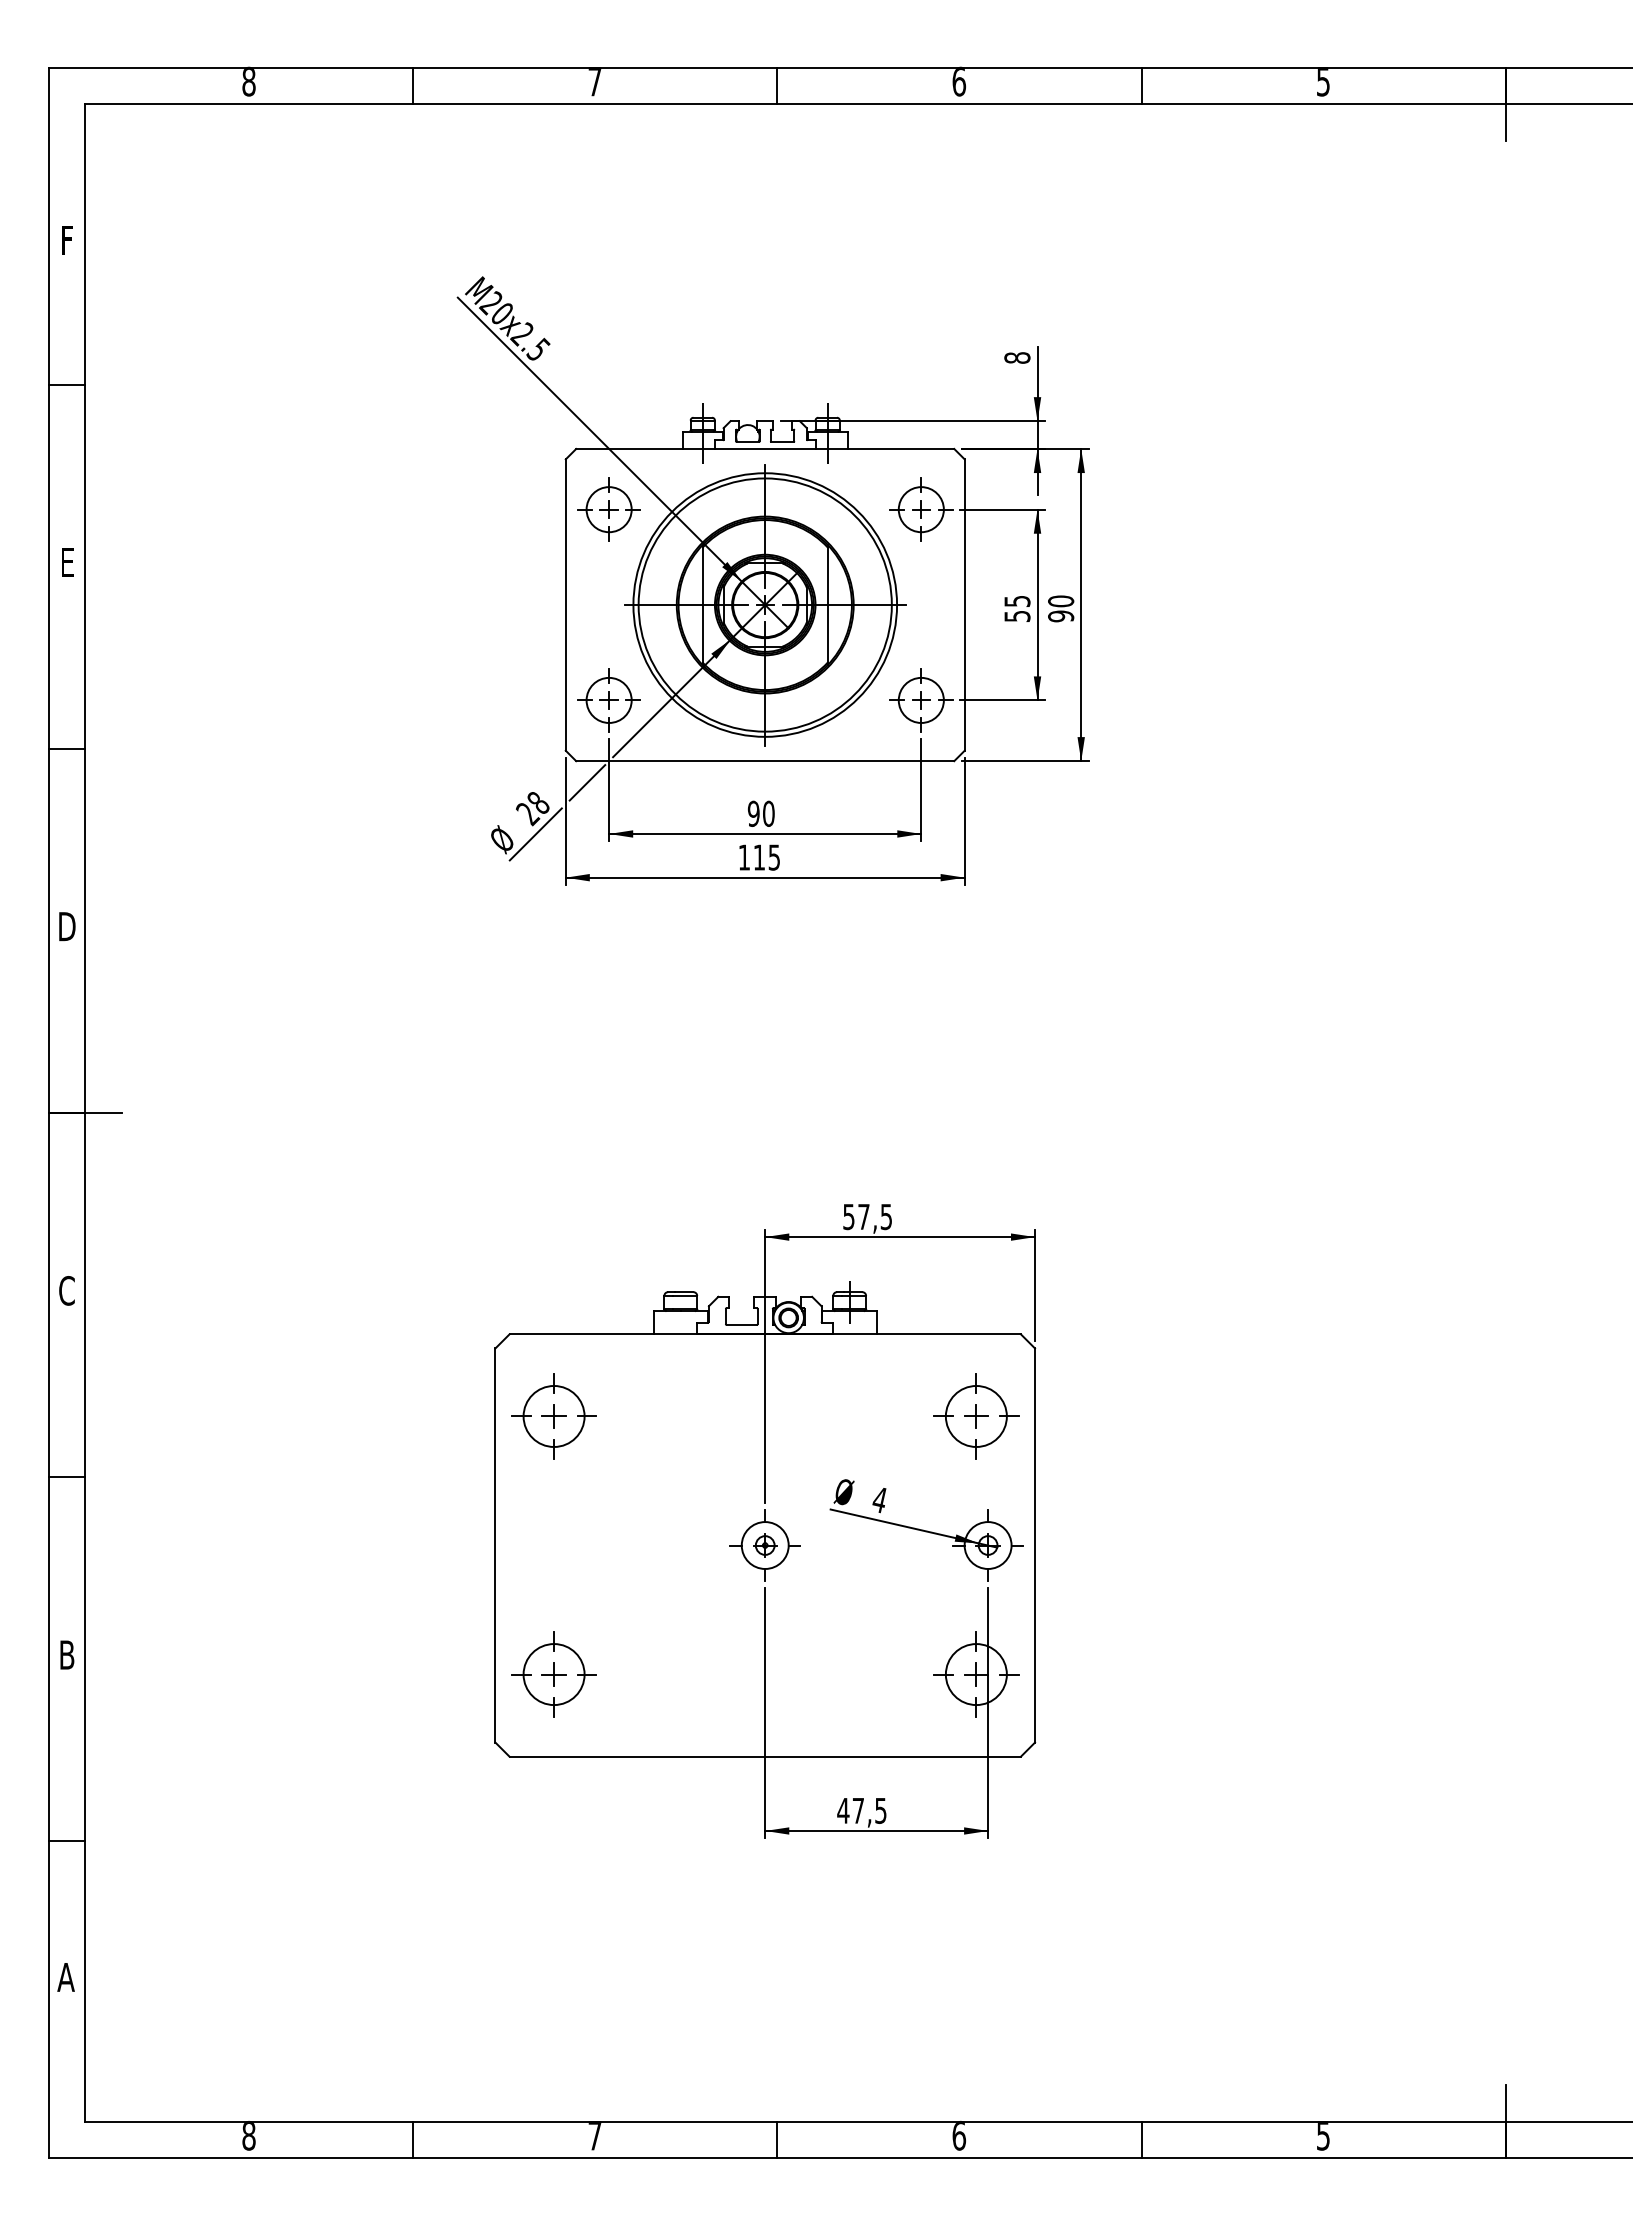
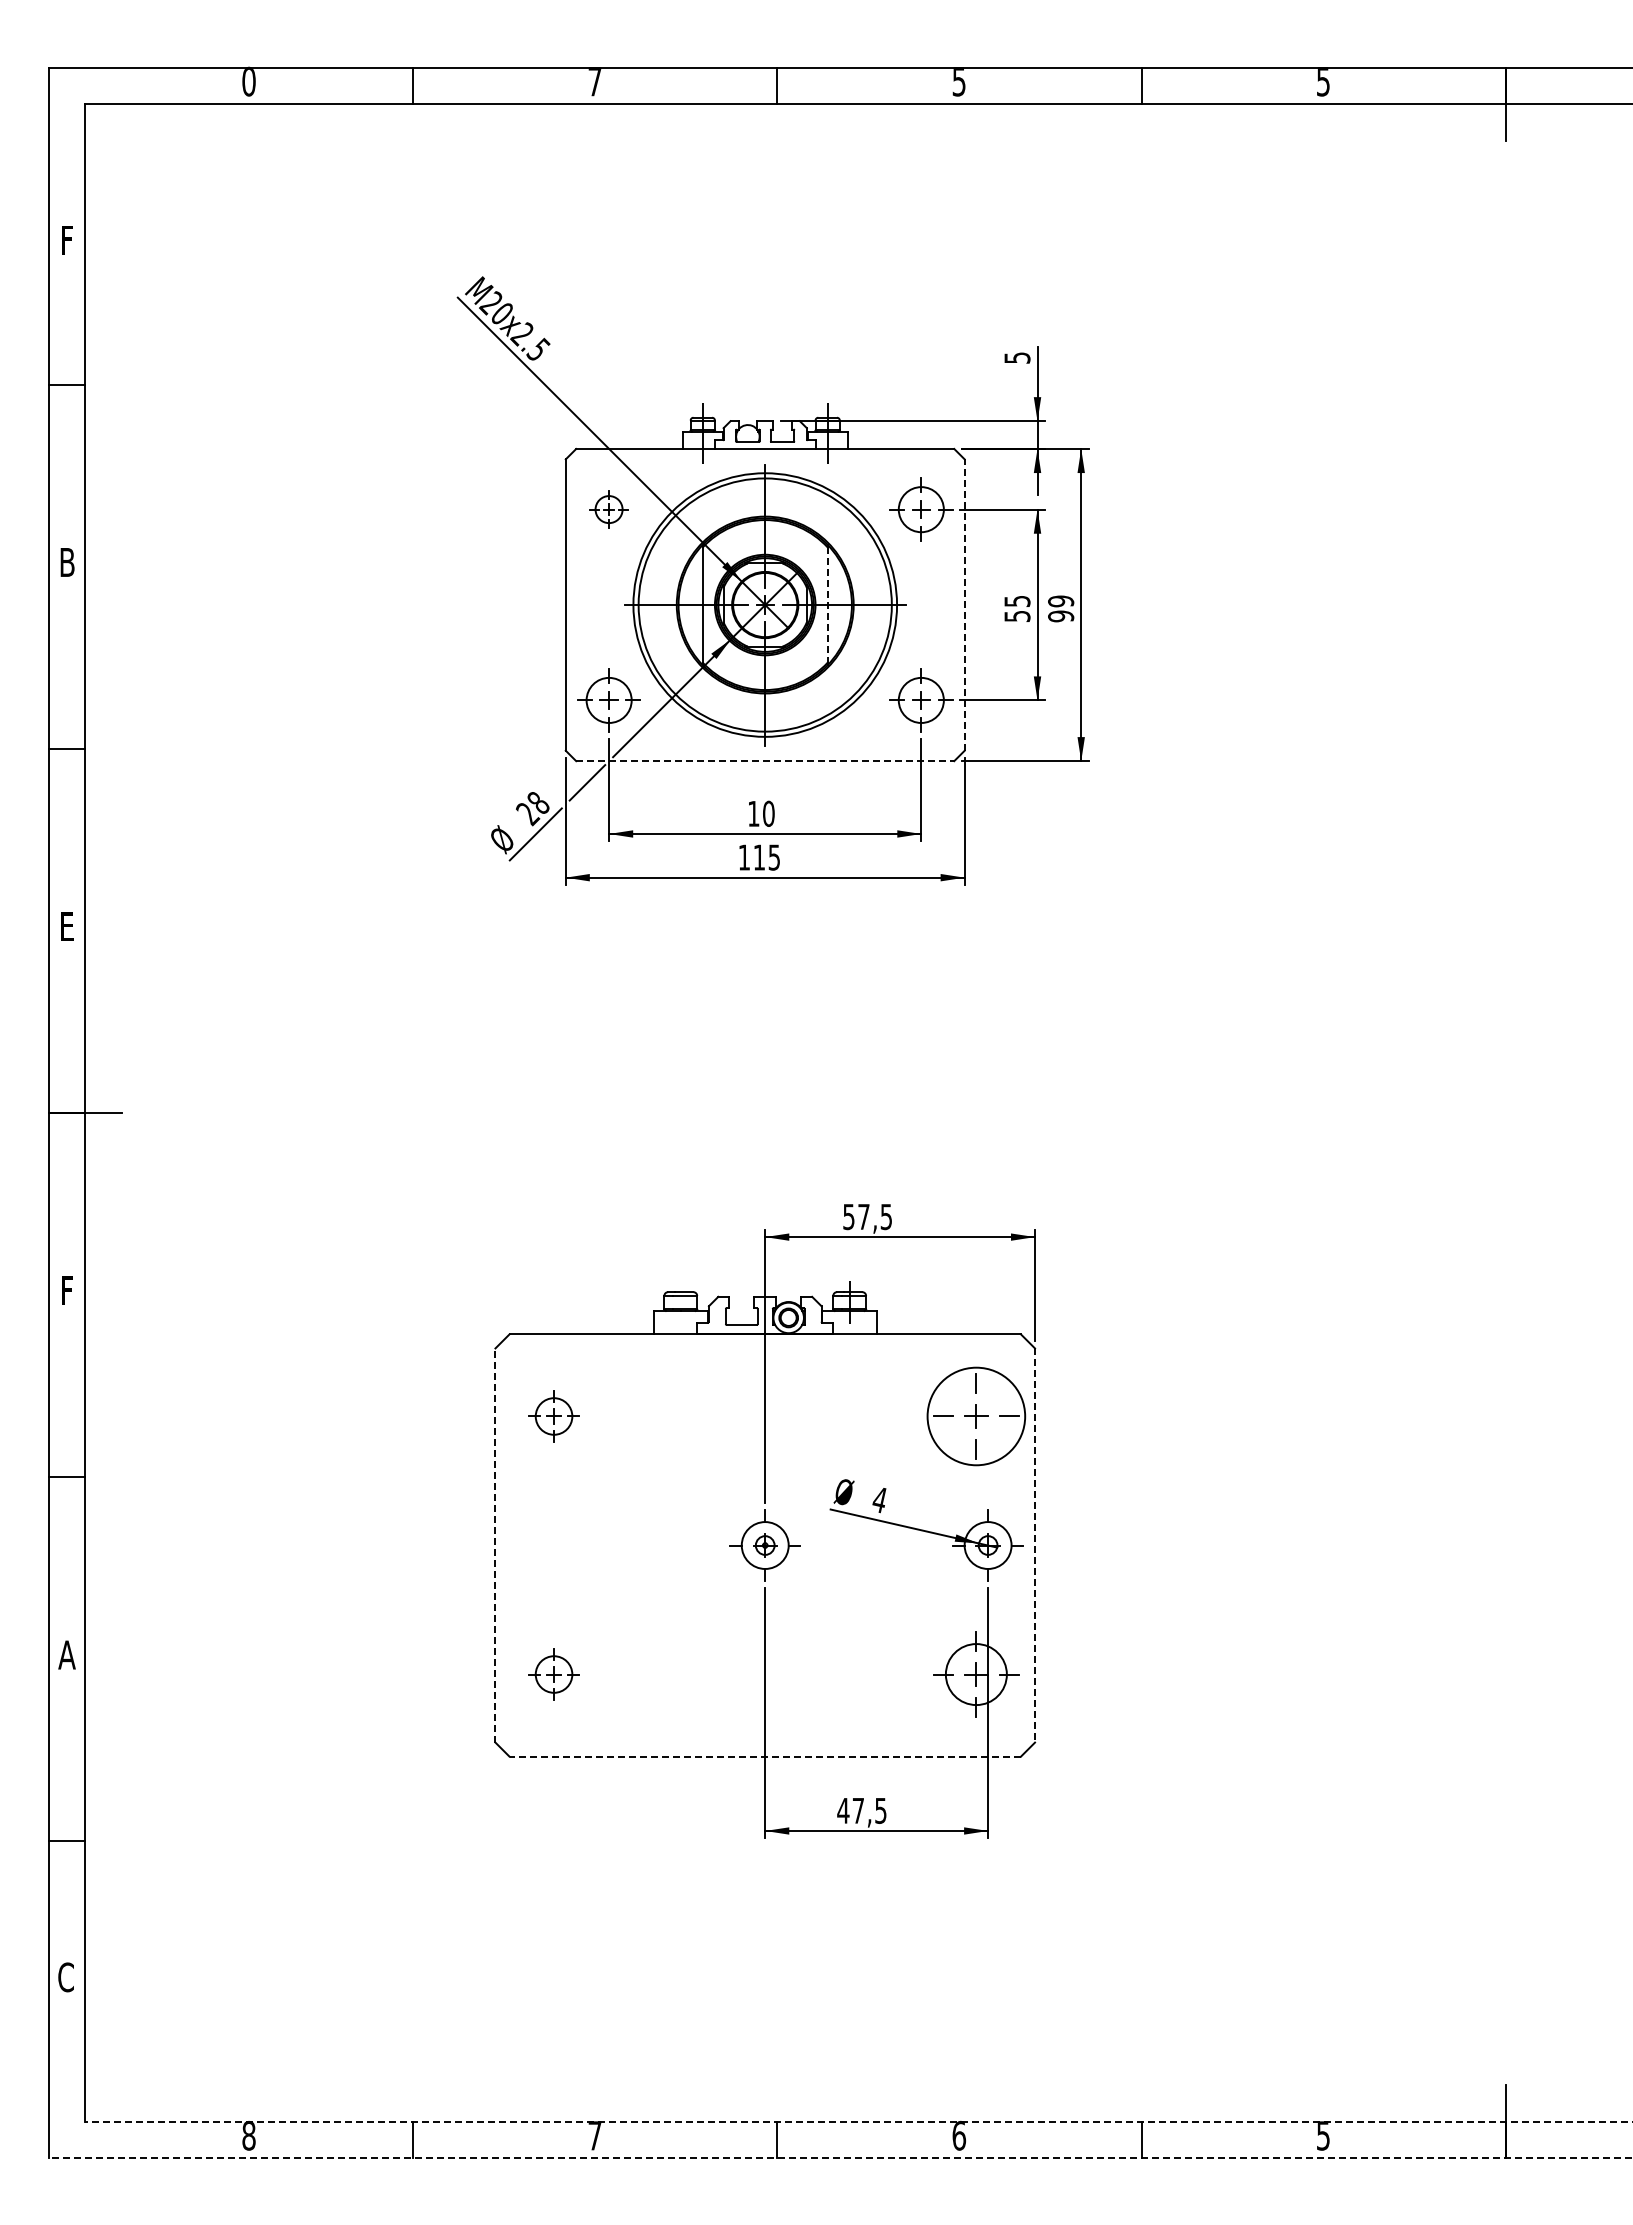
text at (959, 81): 6 -> 5
text at (248, 82): 8 -> 0
text at (1017, 357): 8 -> 5
part at (608, 509) size: 64x65 px -> 40x39 px
text at (67, 562): E -> B
text at (1061, 601): 90 -> 99
line at (827, 605): solid -> dashed
line at (964, 605): solid -> dashed
line at (765, 761): solid -> dashed
text at (753, 813): 90 -> 10
text at (67, 926): D -> E
text at (66, 1290): C -> F
circle at (975, 1415) diameter: 61 px -> 98 px
part at (553, 1416) size: 86x87 px -> 52x53 px
line at (495, 1545): solid -> dashed
line at (1035, 1546): solid -> dashed
text at (66, 1654): B -> A
part at (553, 1674) size: 86x87 px -> 52x53 px
line at (765, 1756): solid -> dashed
text at (65, 1977): A -> C
line at (858, 2121): solid -> dashed
line at (840, 2158): solid -> dashed
